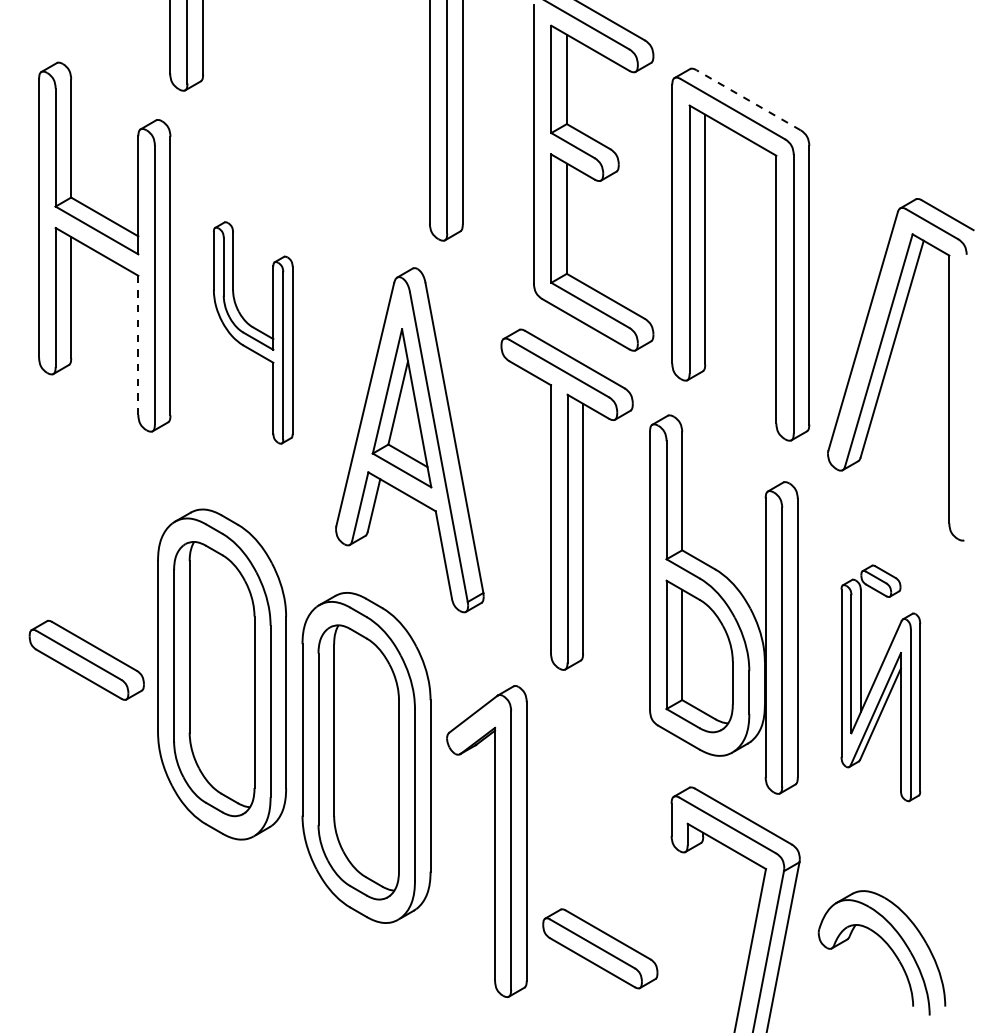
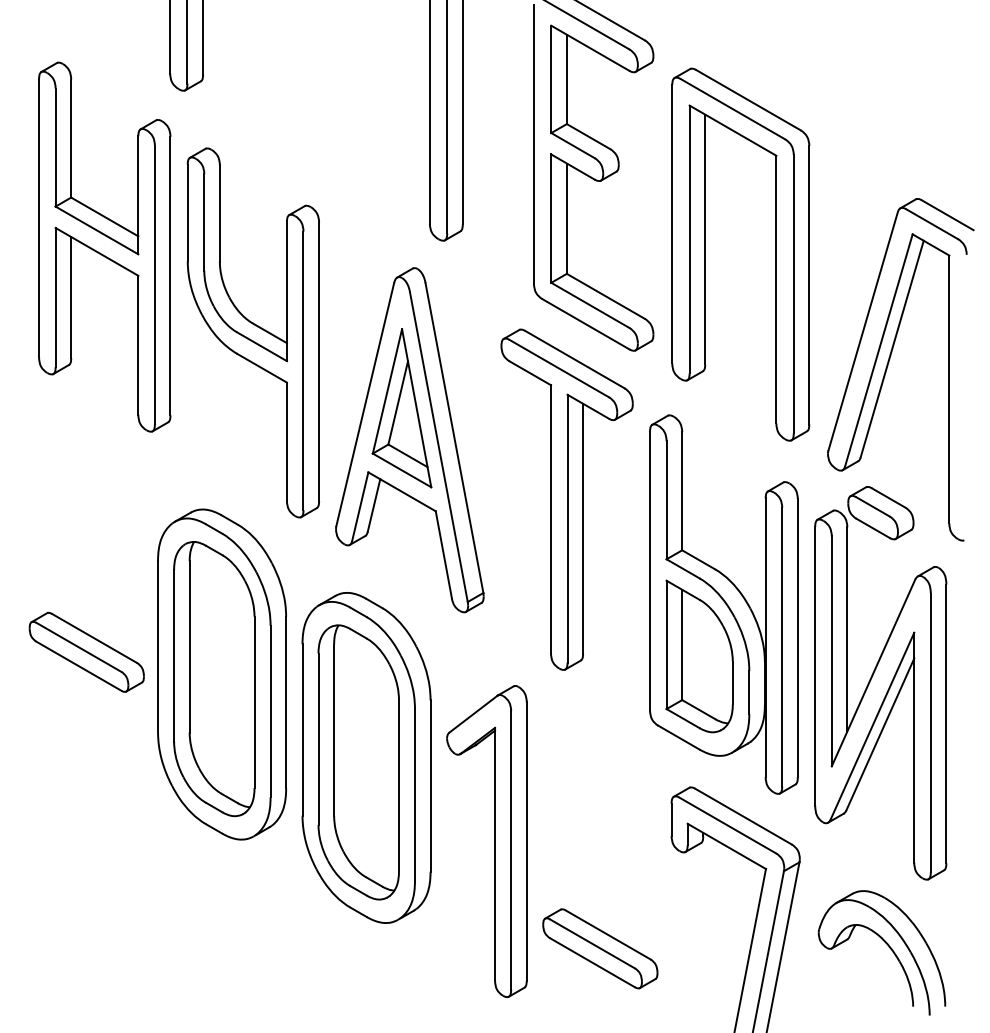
line at (748, 100): dashed -> solid
part at (253, 332) size: 81x224 px -> 134x372 px
line at (138, 345): dashed -> solid
part at (86, 659) position: (86, 659) -> (86, 651)
part at (880, 683) size: 82x239 px -> 134x395 px
